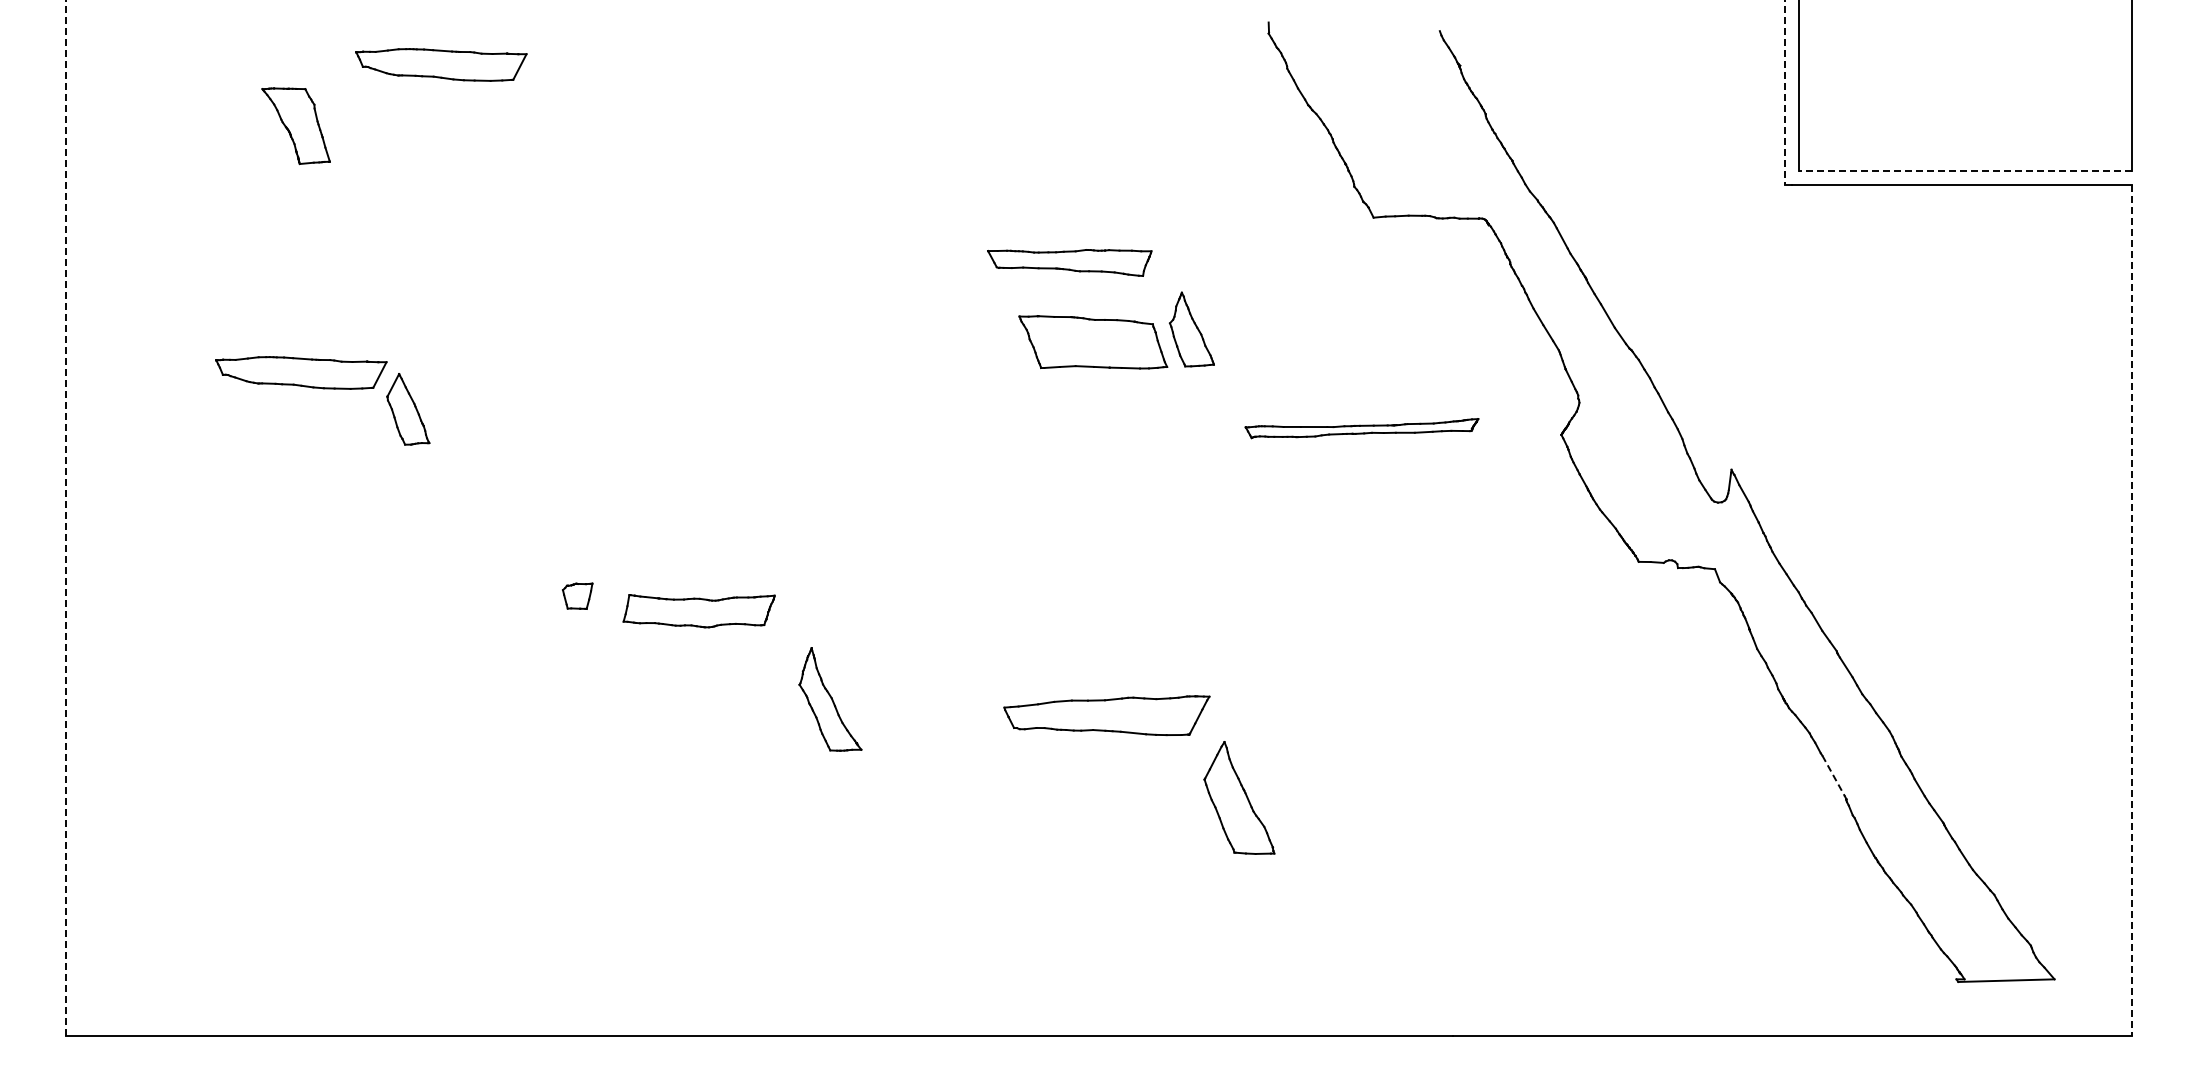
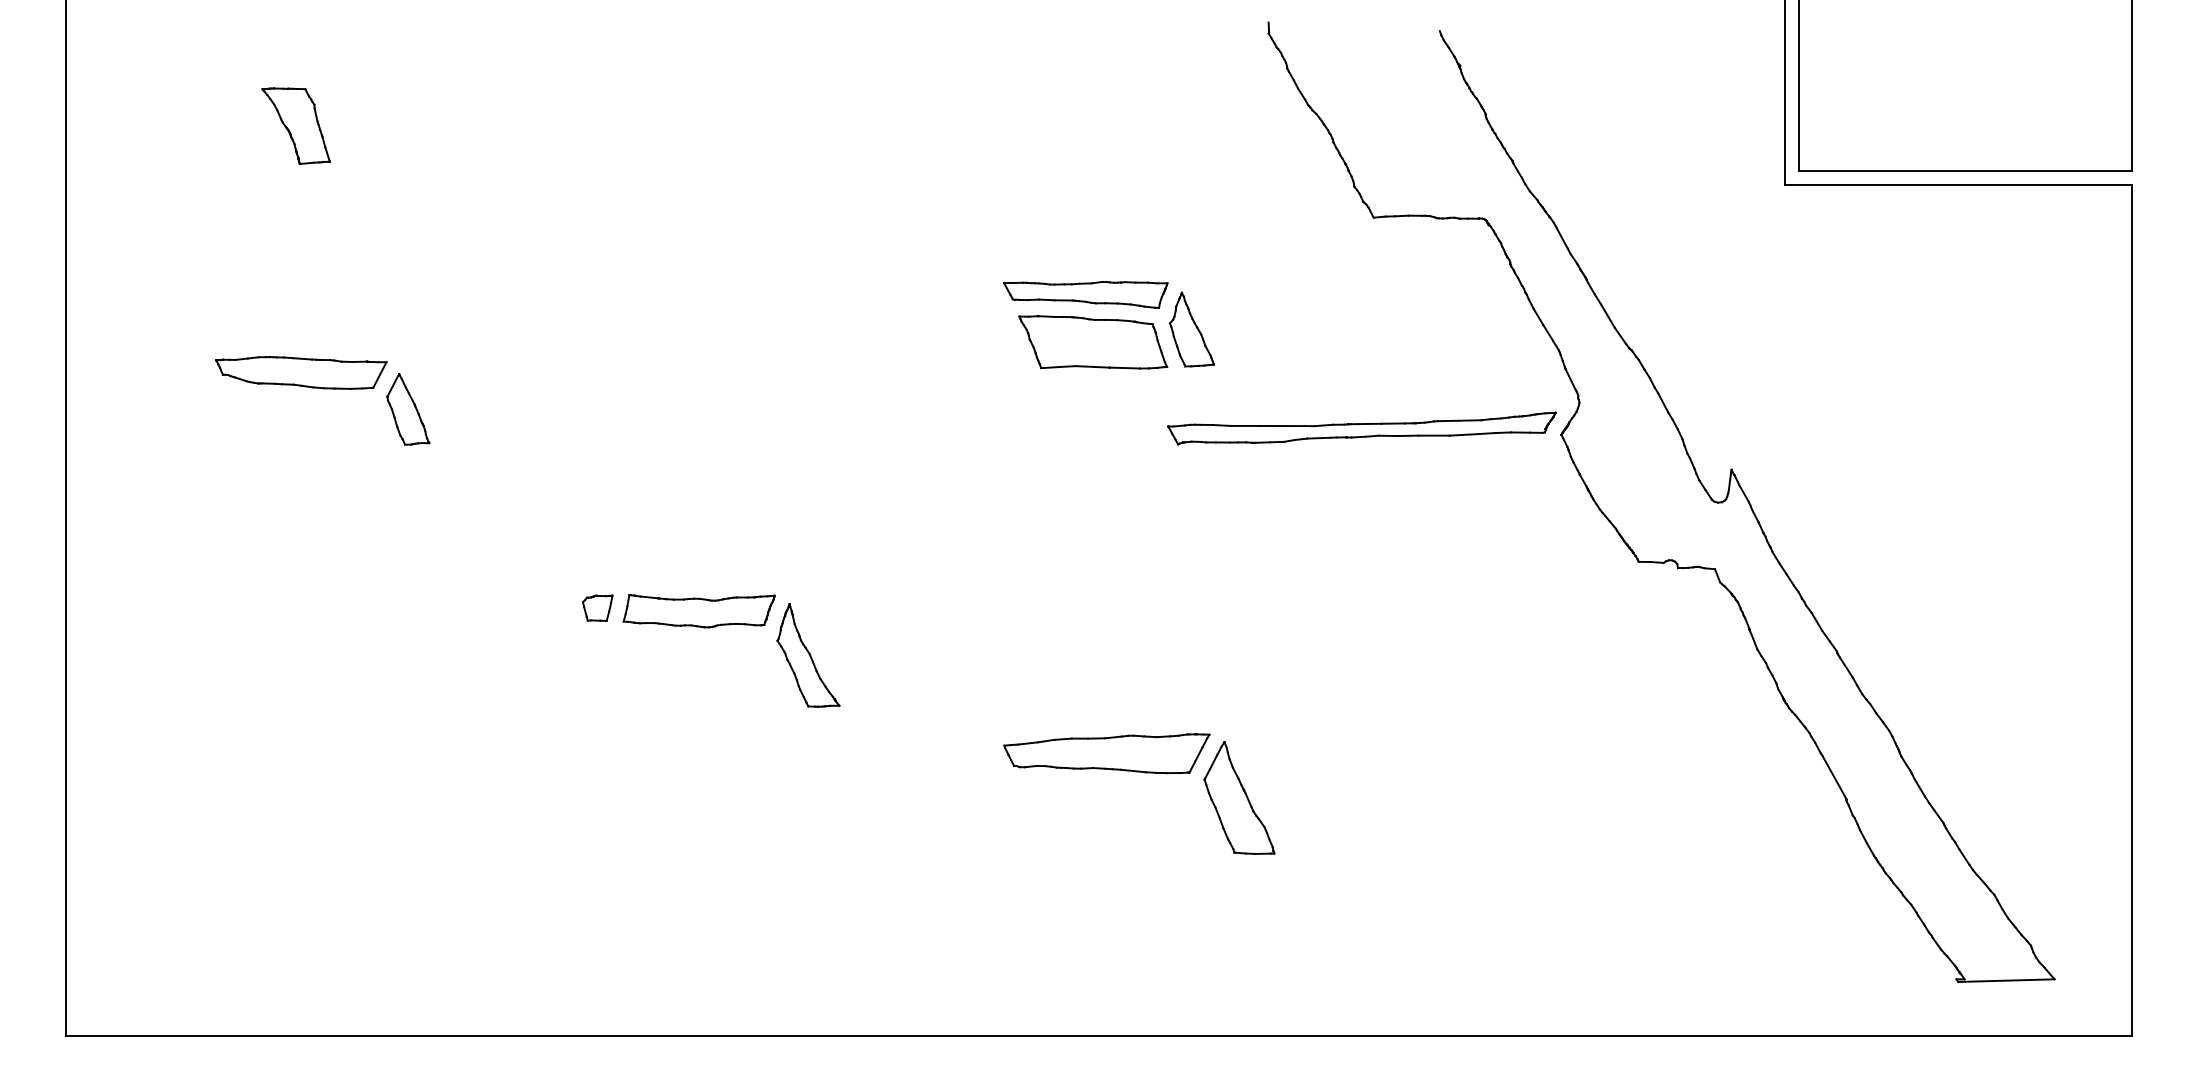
part at (441, 64): present -> none
line at (1785, 93): dashed -> solid
line at (1965, 171): dashed -> solid
part at (1069, 262) position: (1069, 262) -> (1085, 294)
part at (1361, 428) size: 236x22 px -> 390x35 px
line at (65, 518): dashed -> solid
part at (577, 595) position: (577, 595) -> (597, 607)
line at (2132, 611): dashed -> solid
part at (830, 699) position: (830, 699) -> (808, 655)
part at (1106, 715) position: (1106, 715) -> (1106, 753)
line at (1833, 776): dashed -> solid
